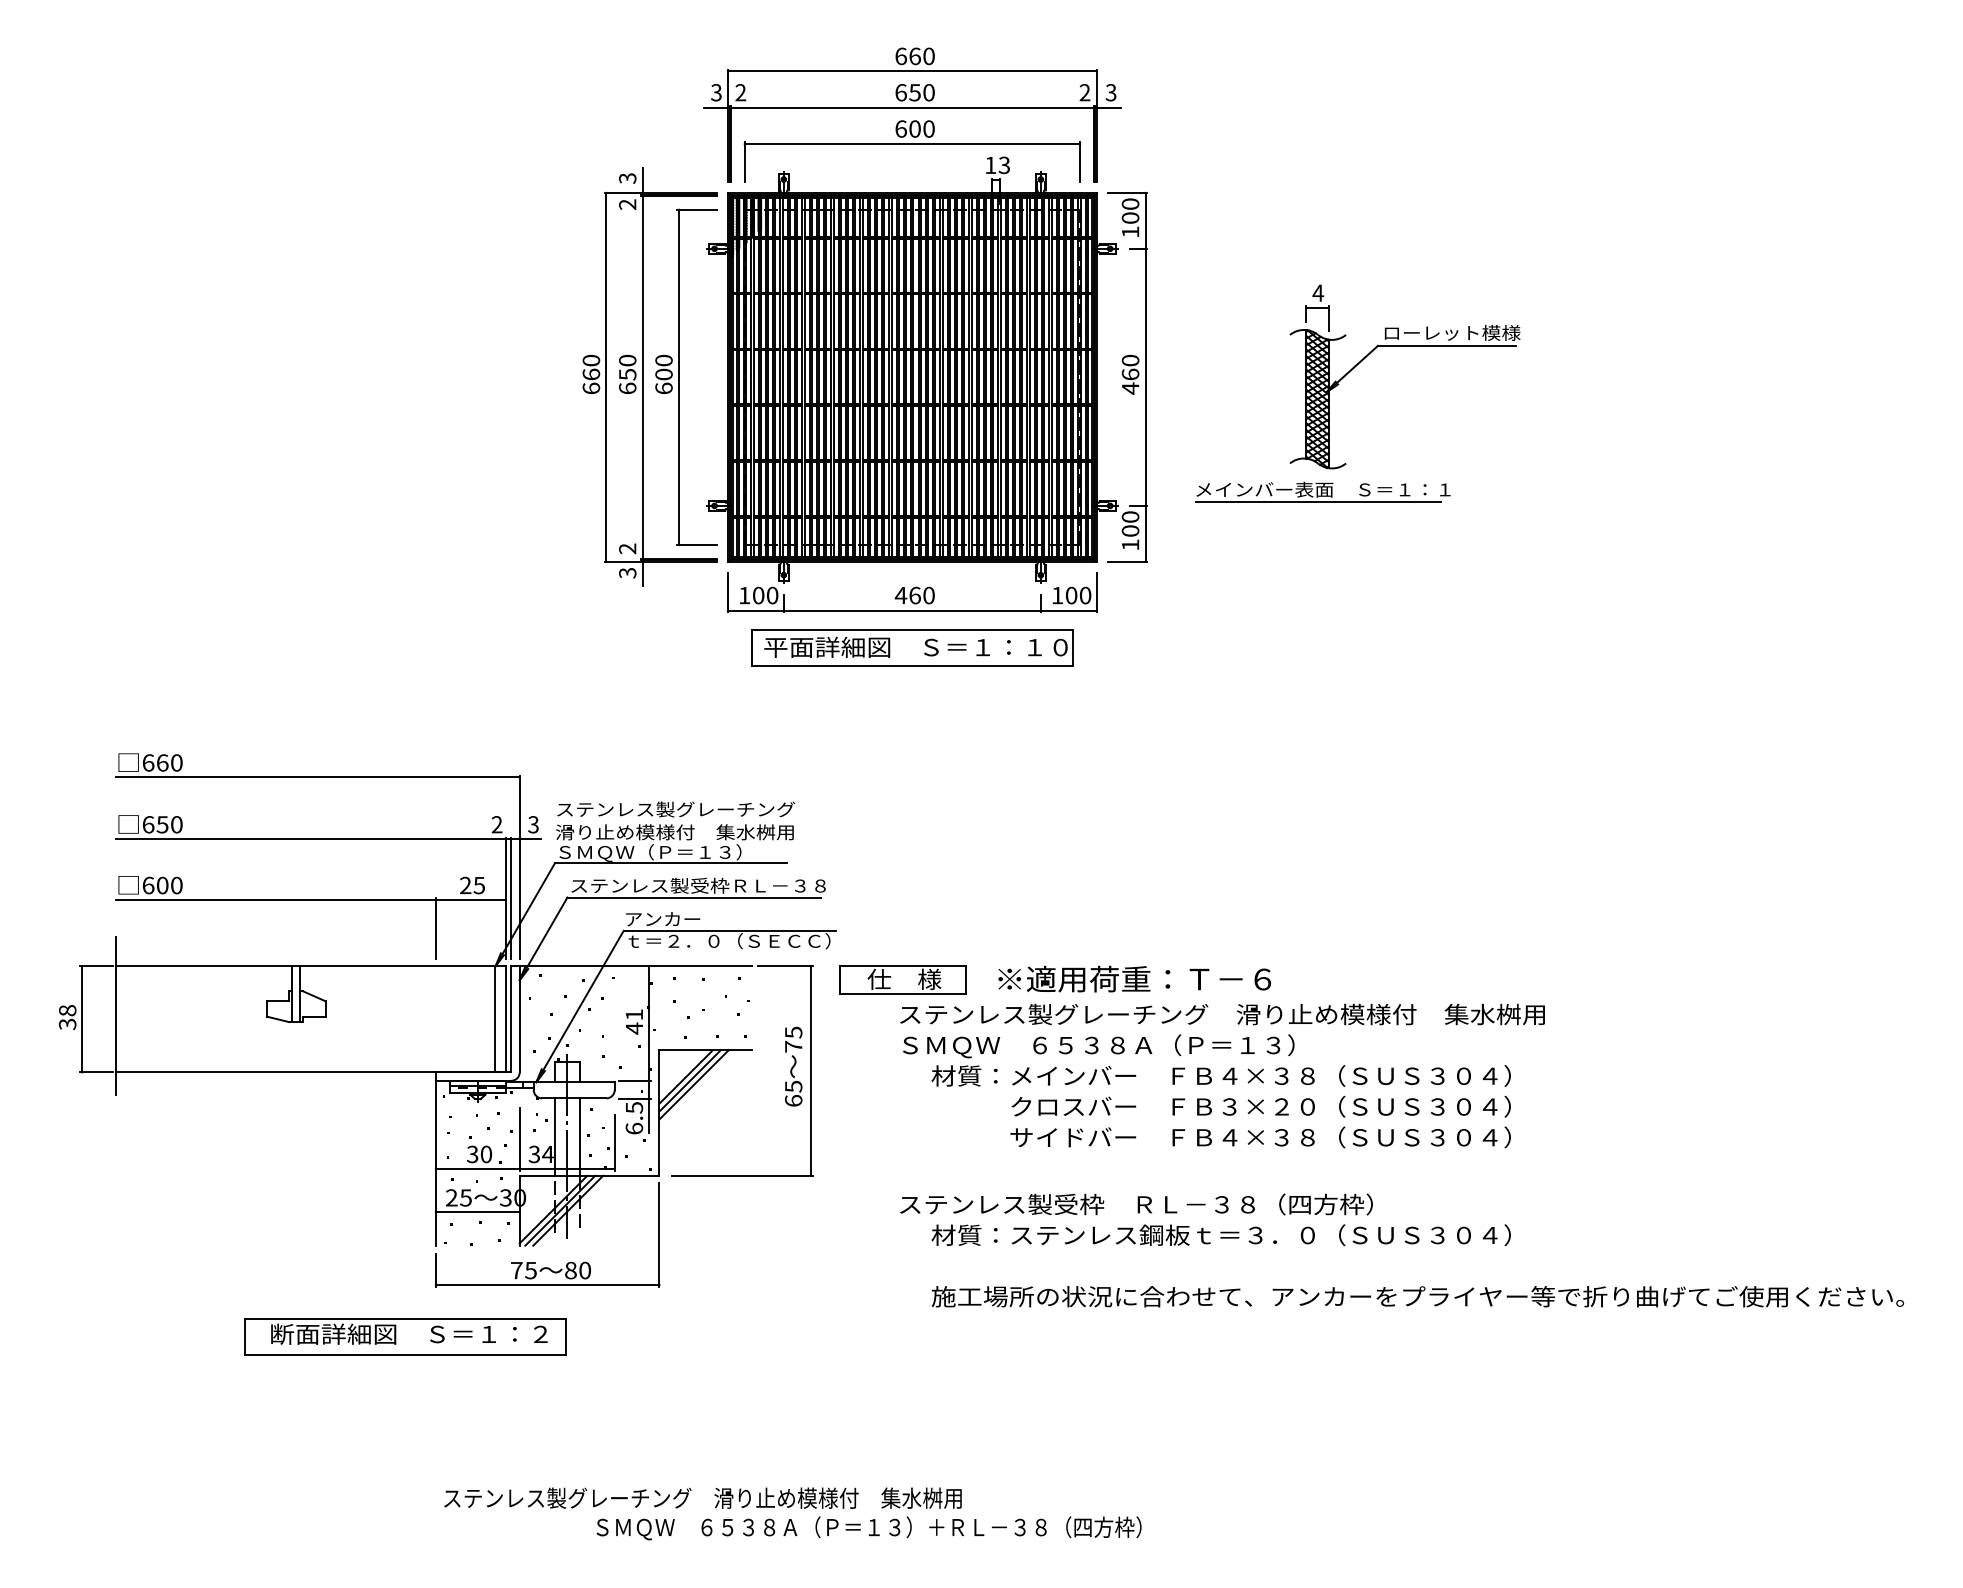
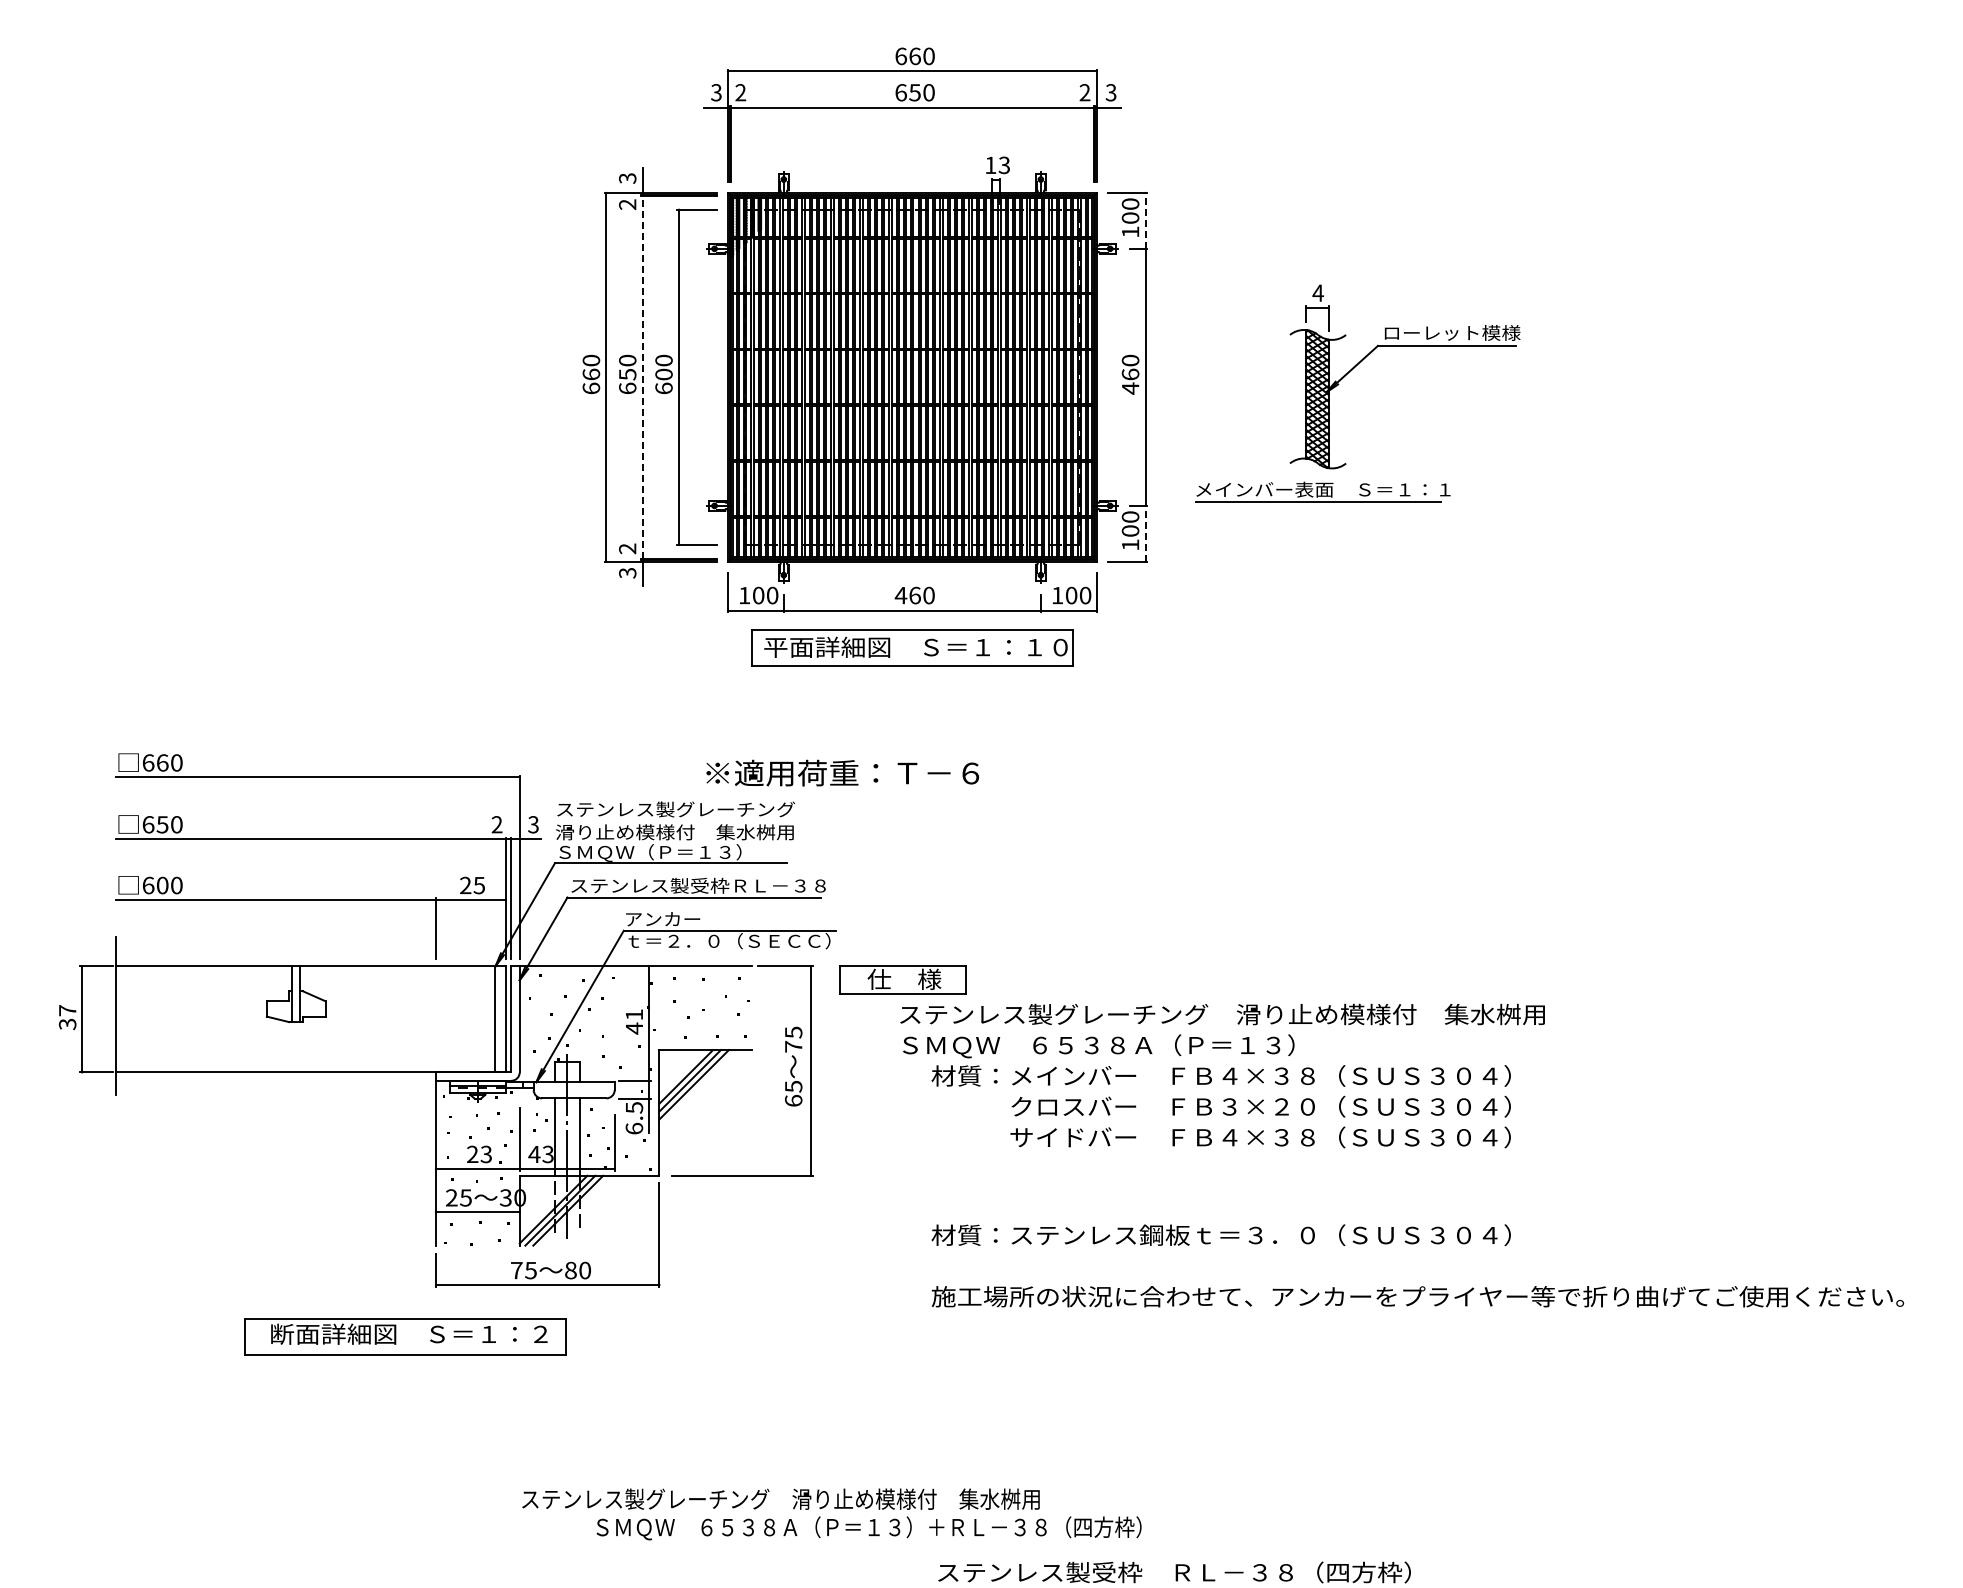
part at (911, 144): present -> none
line at (1145, 220): solid -> dashed
line at (642, 377): solid -> dashed
line at (1145, 533): solid -> dashed
text at (1134, 978) position: (1134, 978) -> (842, 772)
text at (67, 1010): 38 -> 37
text at (479, 1154): 30 -> 23
text at (540, 1154): 34 -> 43
text at (1136, 1204) position: (1136, 1204) -> (1174, 1572)
text at (702, 1497) position: (702, 1497) -> (780, 1498)
